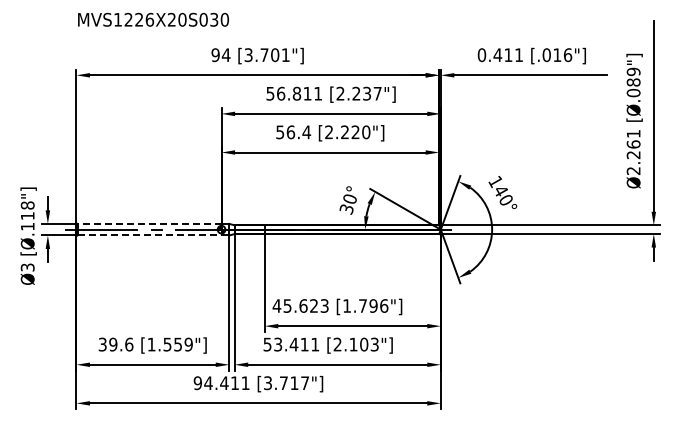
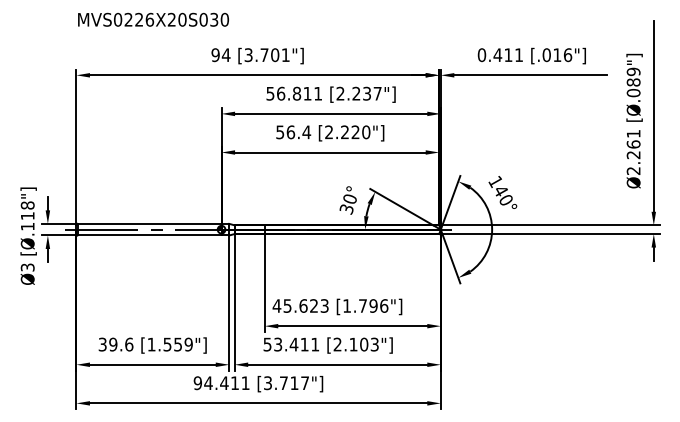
text at (118, 19): MVS1226X20S030 -> MVS0226X20S030
line at (149, 223): dashed -> solid
line at (149, 235): dashed -> solid
